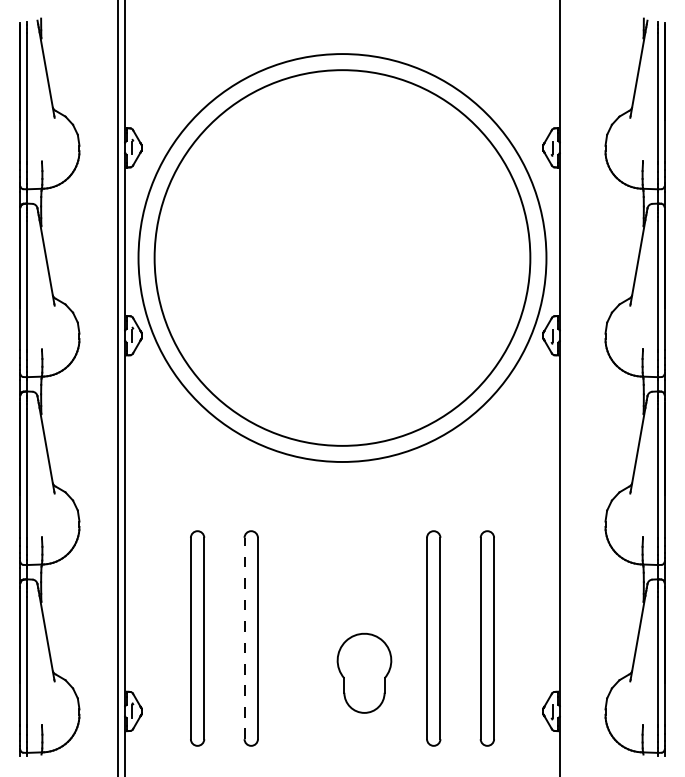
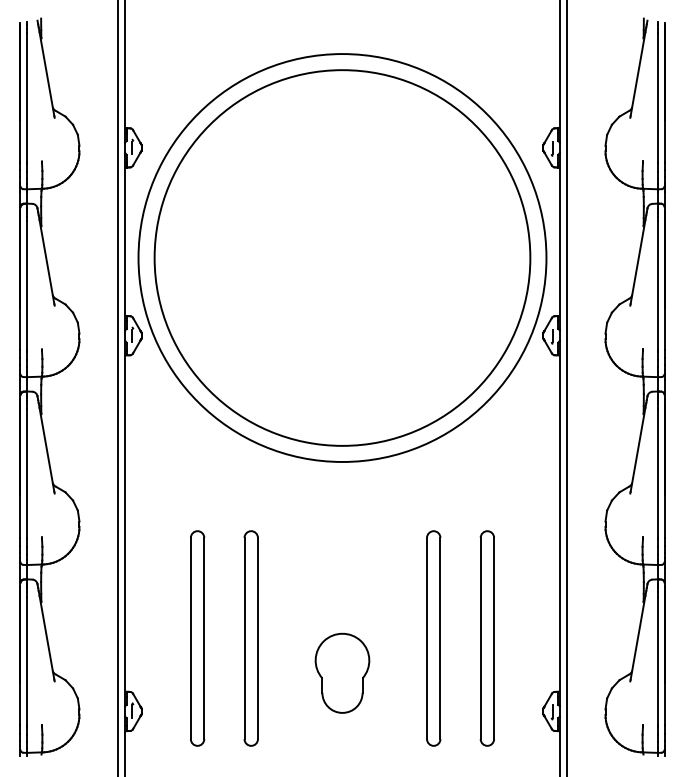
line at (566, 387): none -> present
line at (244, 638): dashed -> solid
part at (364, 672) position: (364, 672) -> (342, 672)
